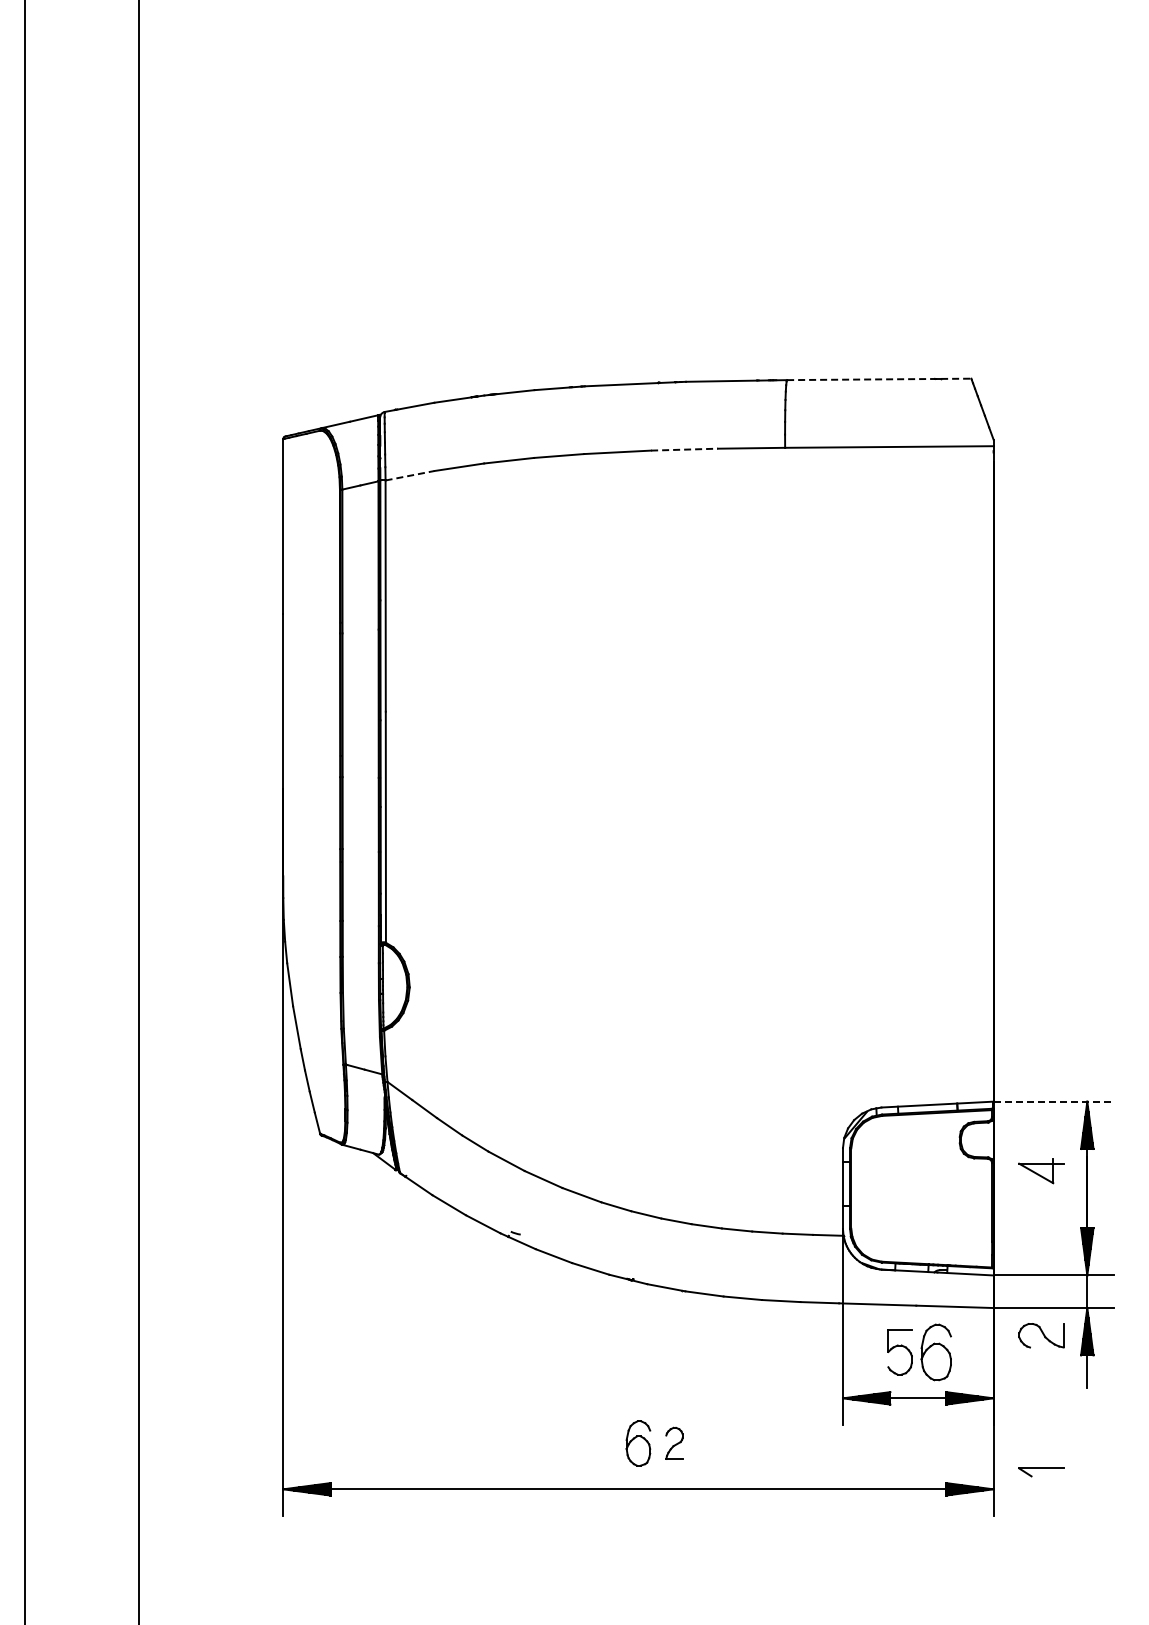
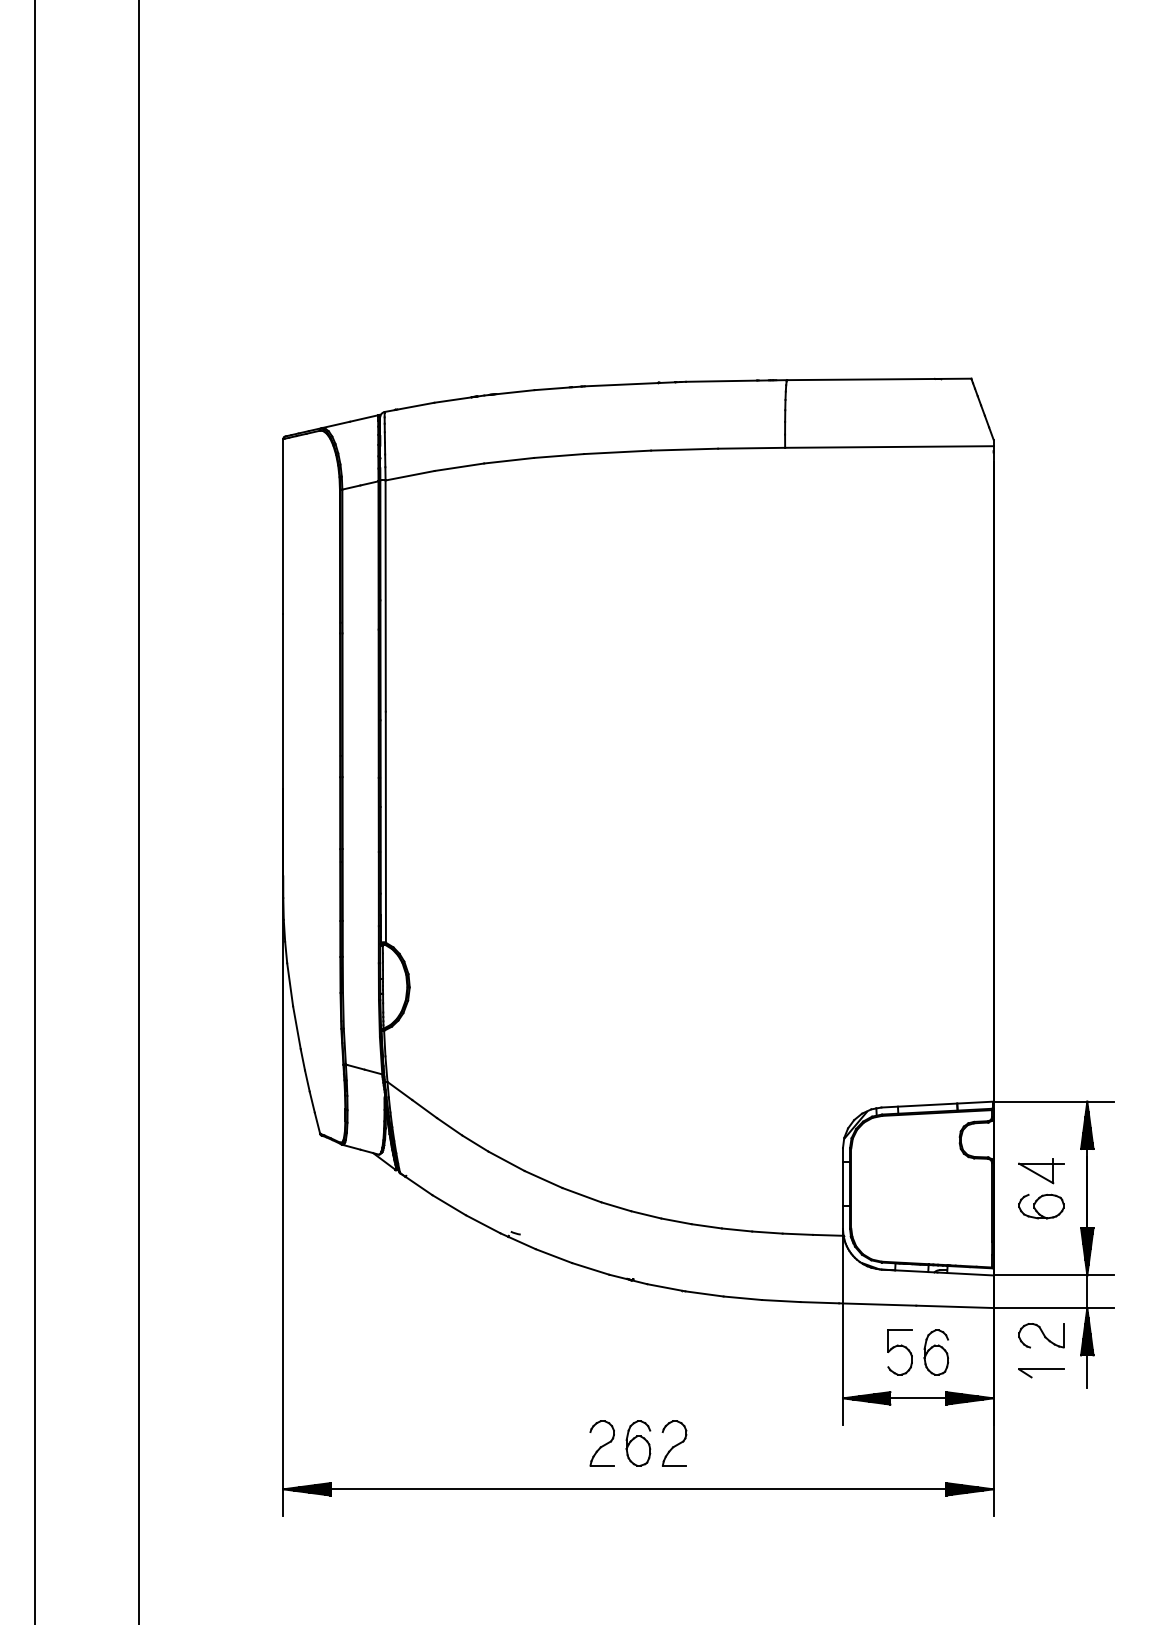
line at (879, 379): dashed -> solid
line at (684, 449): dashed -> solid
line at (410, 475): dashed -> solid
line at (24, 811) position: (24, 811) -> (34, 811)
line at (1054, 1101): dashed -> solid
part at (1041, 1206): none -> present
part at (935, 1352) size: 32x59 px -> 27x47 px
part at (674, 1442) size: 19x34 px -> 27x47 px
part at (601, 1443): none -> present
part at (1041, 1472) position: (1041, 1472) -> (1041, 1373)
